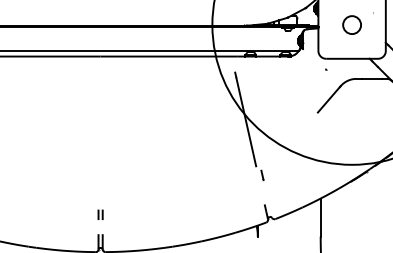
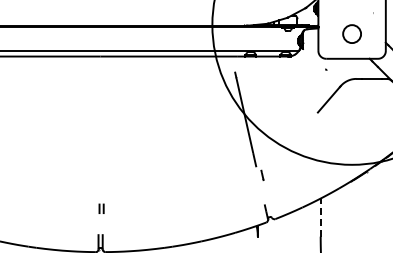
circle at (351, 24) position: (351, 24) -> (351, 33)
part at (100, 214) position: (100, 214) -> (101, 208)
line at (320, 217): solid -> dashed
